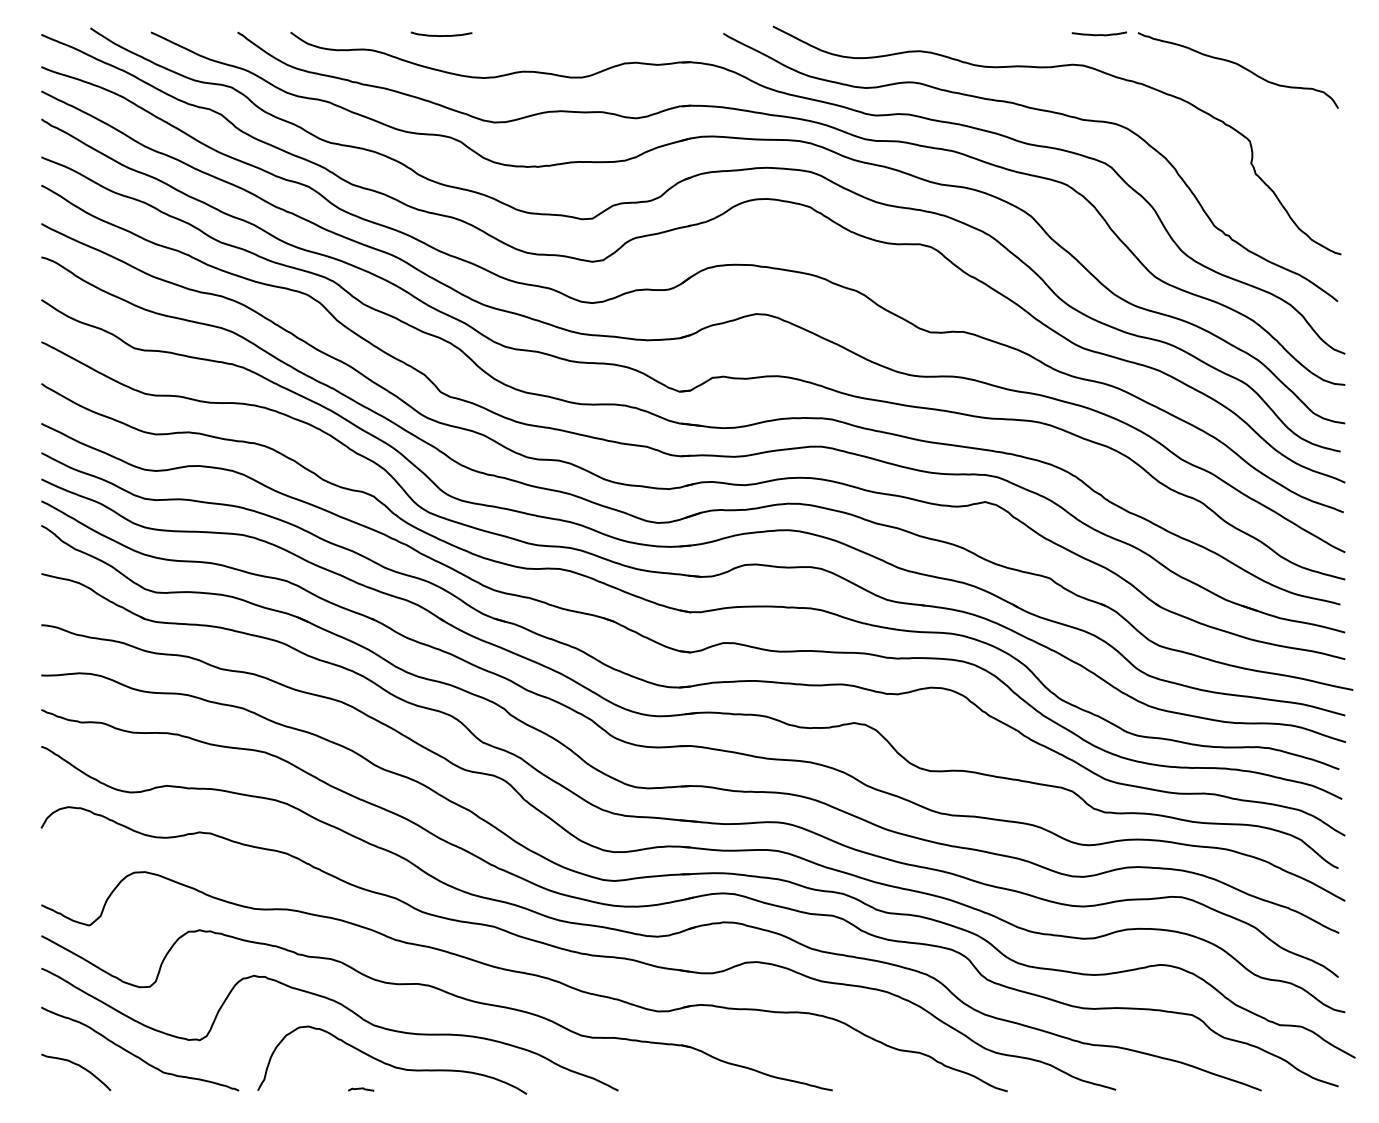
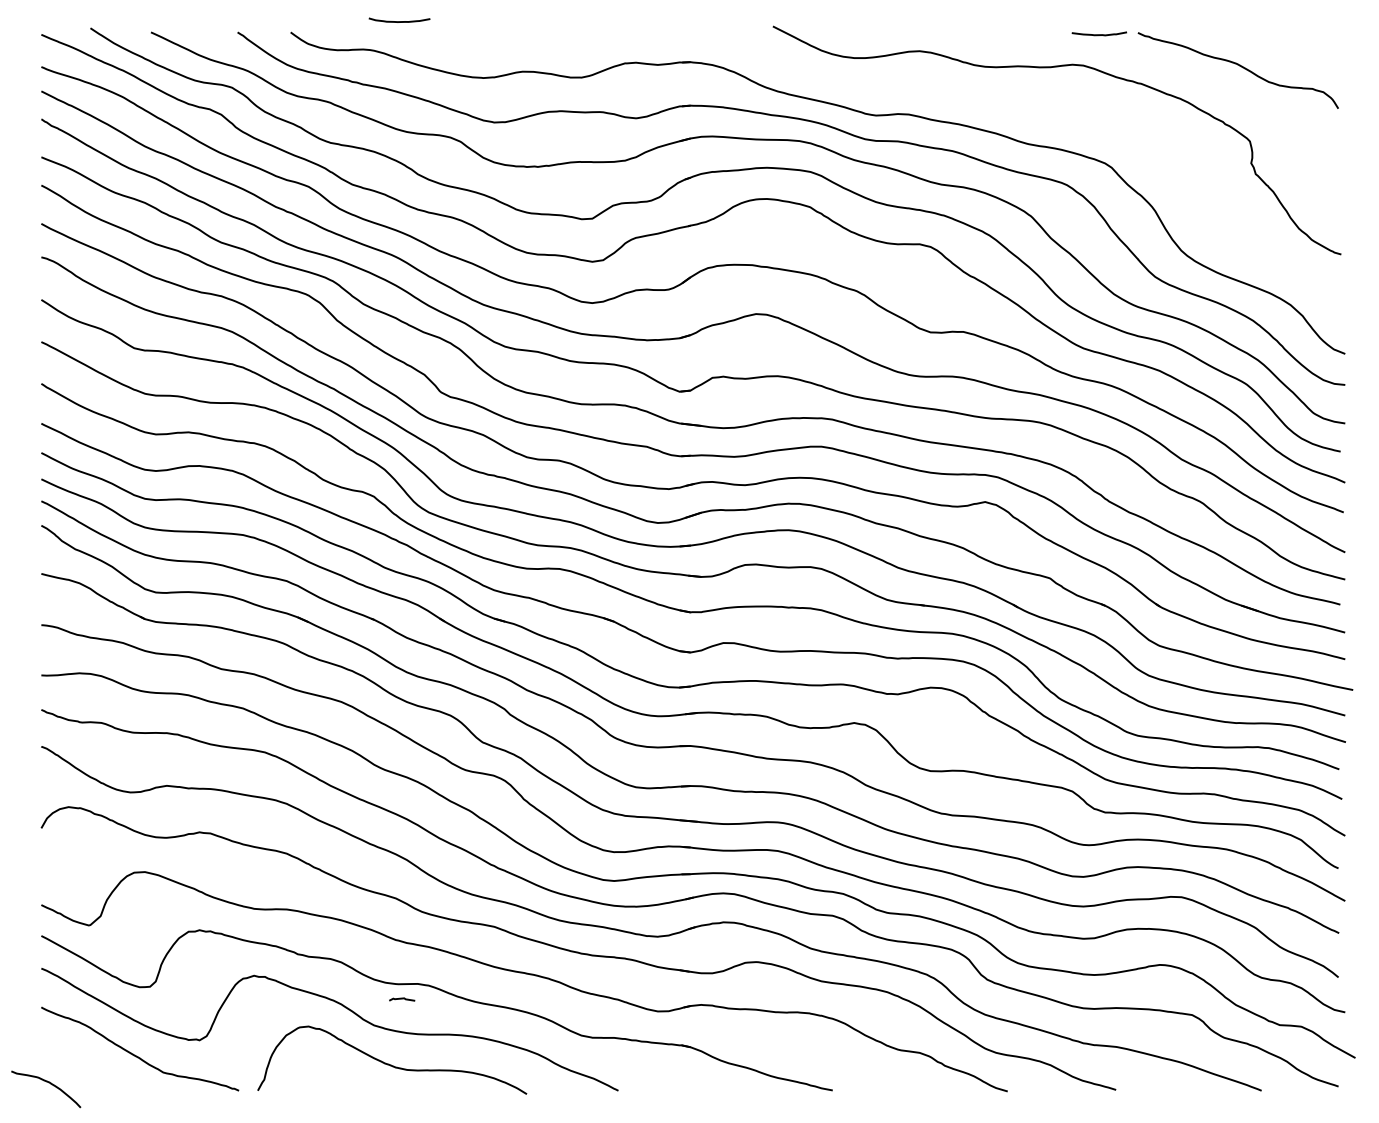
curve at (441, 35) position: (441, 35) -> (399, 21)
curve at (1042, 111): present -> none
curve at (78, 1066) position: (78, 1066) -> (48, 1083)
curve at (361, 1089) position: (361, 1089) -> (402, 999)
